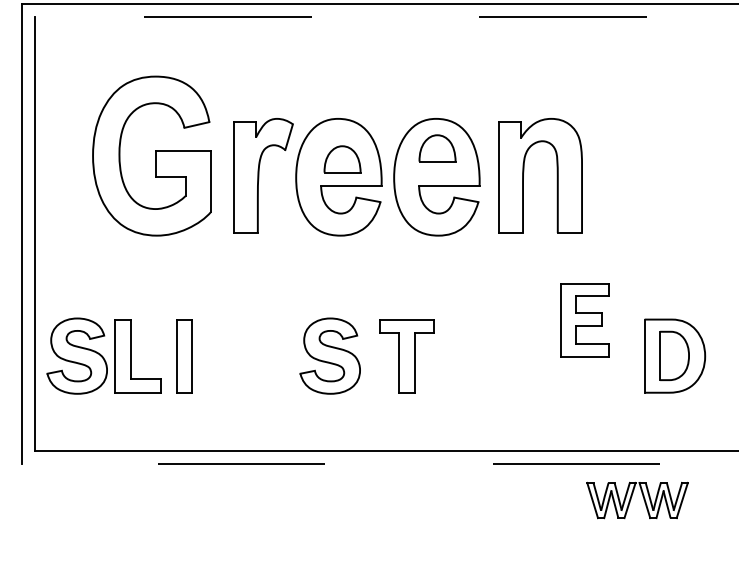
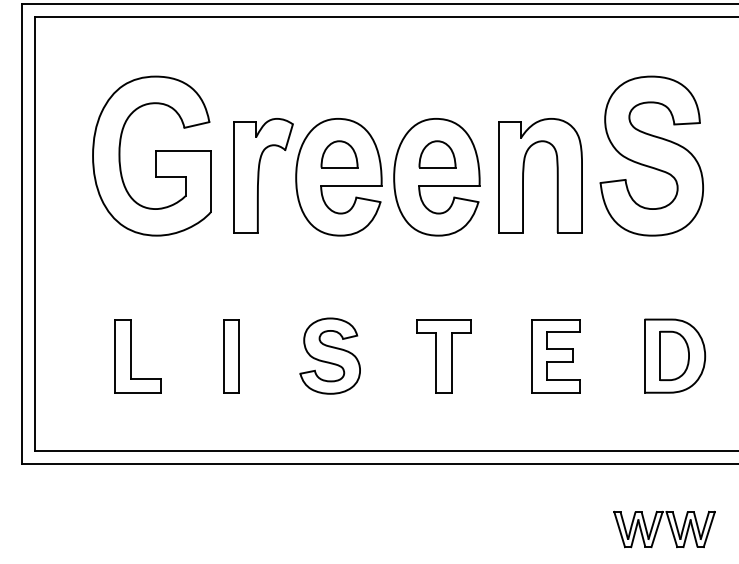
line at (386, 16): dashed -> solid
part at (437, 148) position: (437, 148) -> (437, 154)
part at (651, 155): none -> present
part at (342, 159) position: (342, 159) -> (339, 154)
part at (584, 320) position: (584, 320) -> (555, 356)
part at (76, 355): present -> none
part at (184, 356) position: (184, 356) -> (231, 356)
part at (406, 356) position: (406, 356) -> (443, 356)
line at (379, 463): dashed -> solid
part at (631, 499) position: (631, 499) -> (658, 528)
